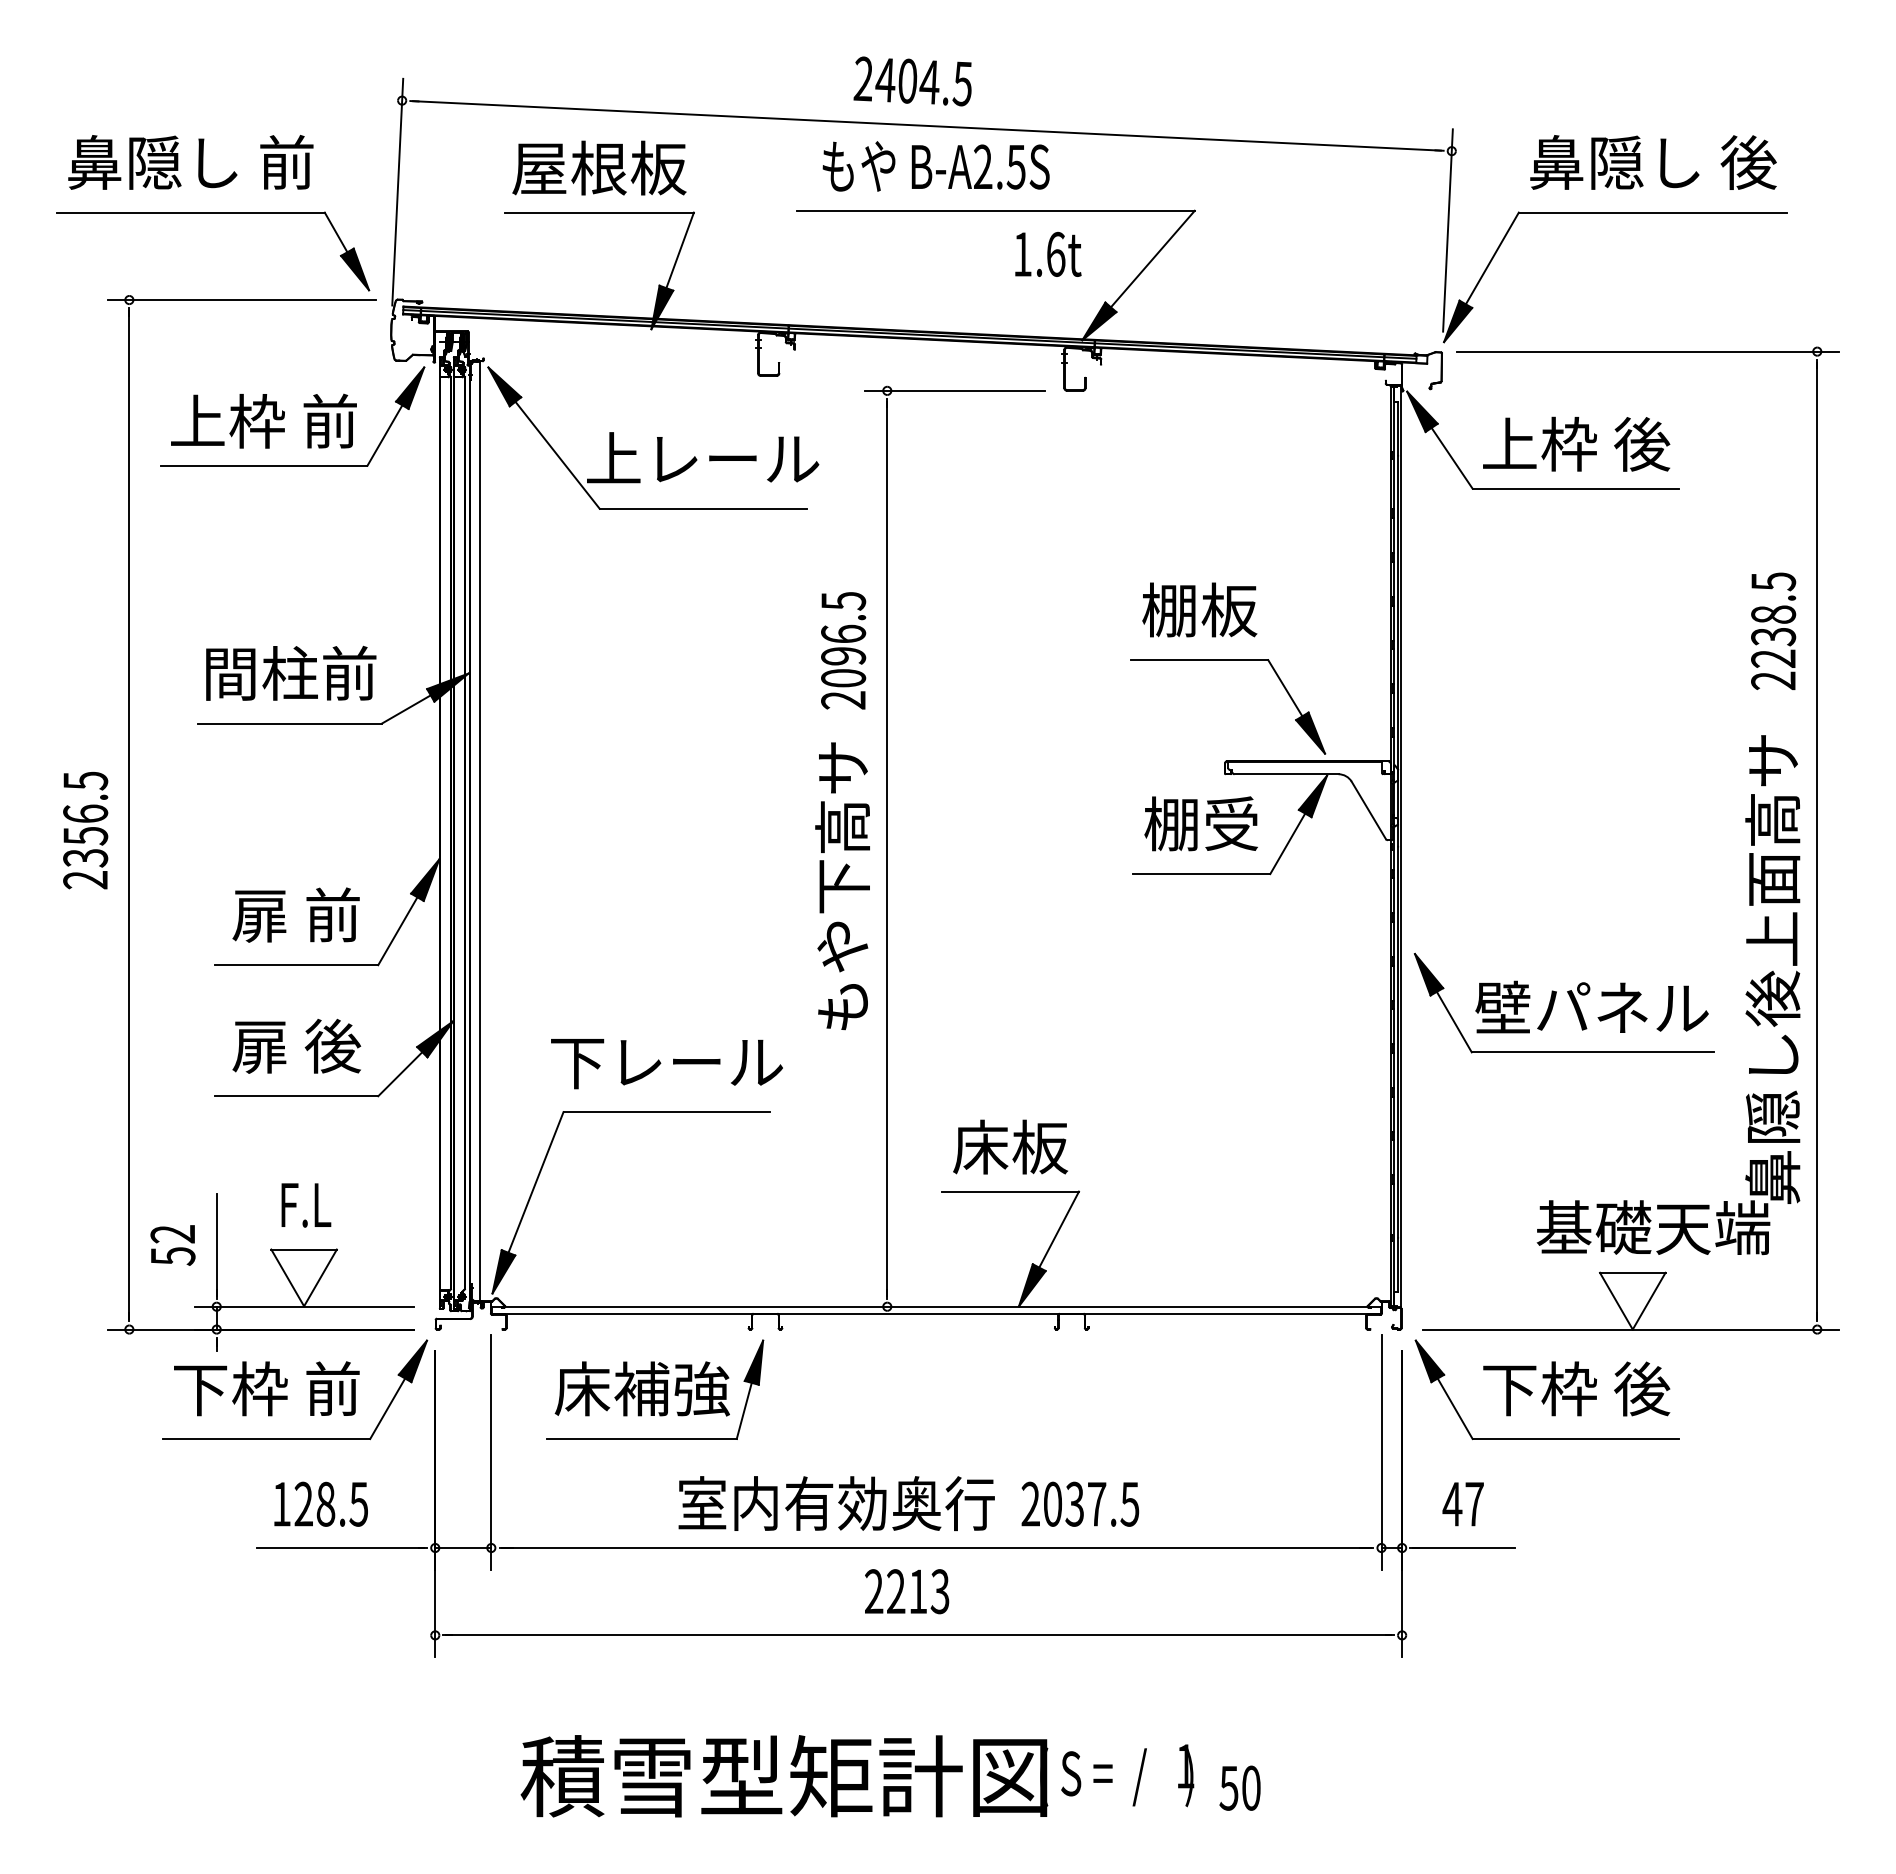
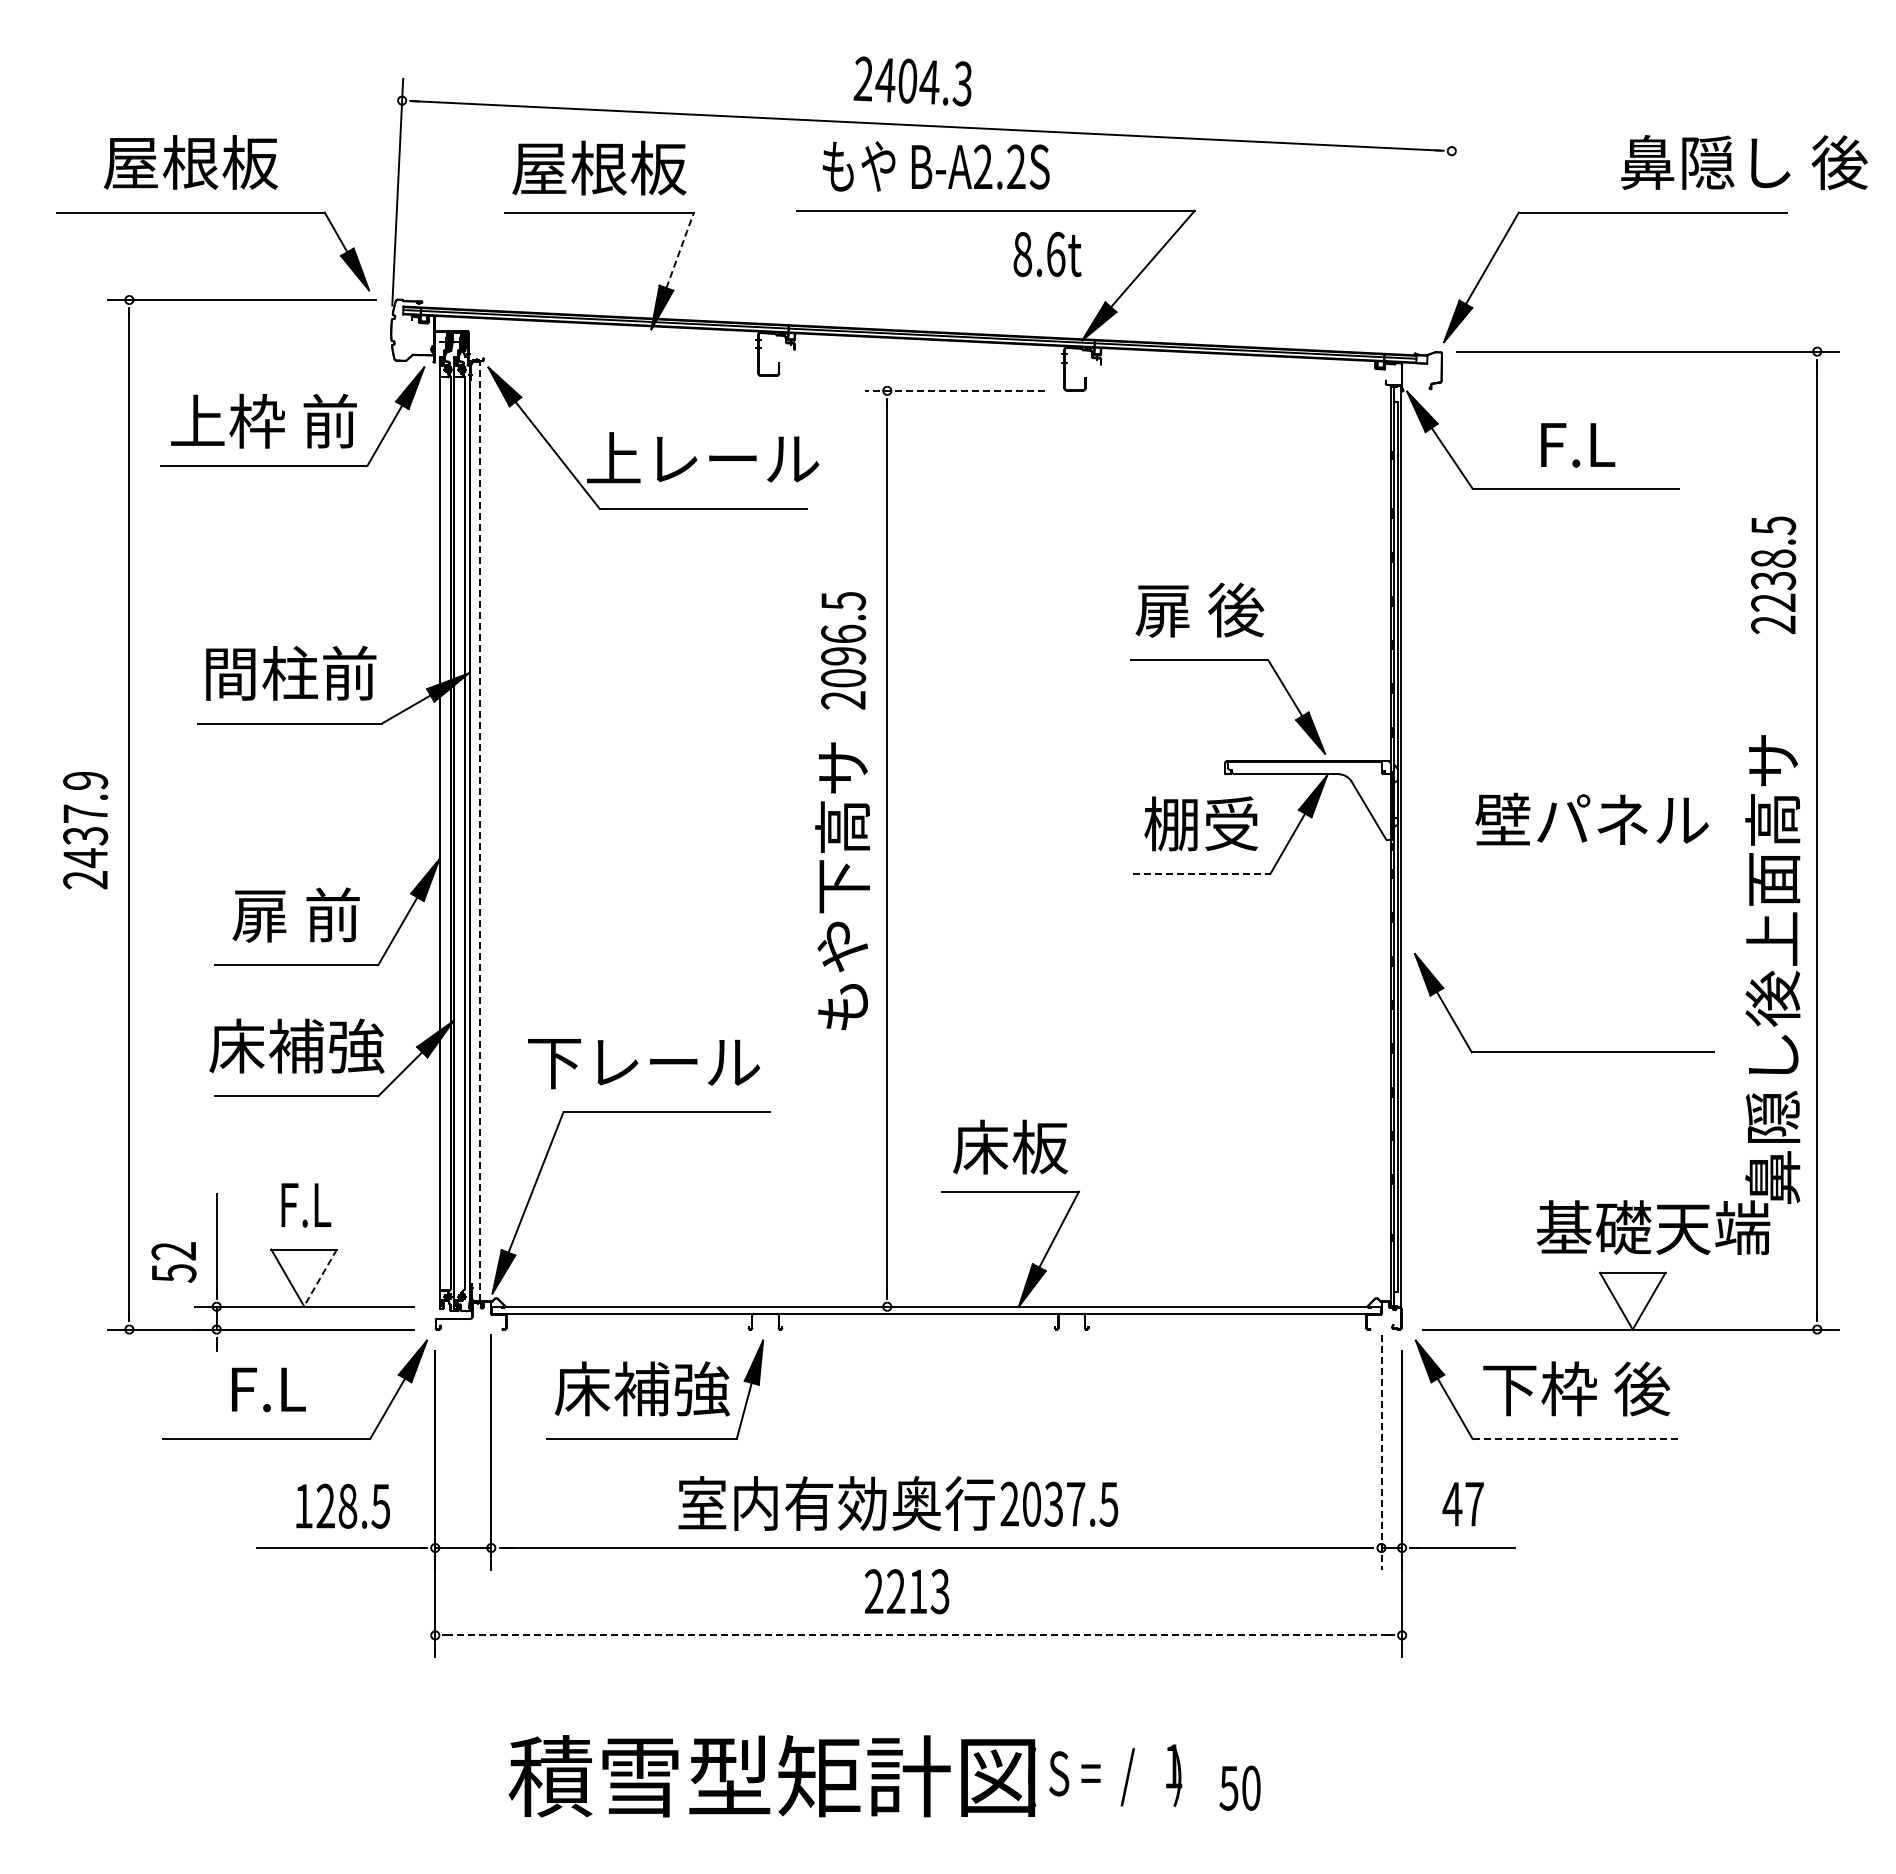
text at (961, 83): 2404.5 -> 2404.3
text at (190, 161): 鼻隠し 前 -> 屋根板
text at (1653, 162) position: (1653, 162) -> (1744, 162)
text at (1015, 166): B-A2.5S -> B-A2.2S
line at (1447, 230): present -> none
line at (680, 249): solid -> dashed
text at (1022, 254): 1.6t -> 8.6t
line at (954, 390): solid -> dashed
text at (1576, 443): 上枠 後 -> F.L
text at (1199, 609): 棚板 -> 扉 後
text at (1773, 630) position: (1773, 630) -> (1773, 574)
text at (85, 819): 2356.5 -> 2437.9
line at (480, 831): solid -> dashed
line at (1202, 874): solid -> dashed
text at (1591, 1006) position: (1591, 1006) -> (1591, 818)
text at (296, 1045): 扉 後 -> 床補強
text at (666, 1064) position: (666, 1064) -> (643, 1064)
text at (172, 1245) position: (172, 1245) -> (173, 1262)
line at (320, 1277): solid -> dashed
text at (266, 1388): 下枠 前 -> F.L
line at (1576, 1439): solid -> dashed
line at (1381, 1453): solid -> dashed
text at (320, 1503) position: (320, 1503) -> (342, 1505)
text at (1080, 1503) position: (1080, 1503) -> (1059, 1503)
line at (918, 1635): solid -> dashed
text at (857, 1776) position: (857, 1776) -> (845, 1776)
